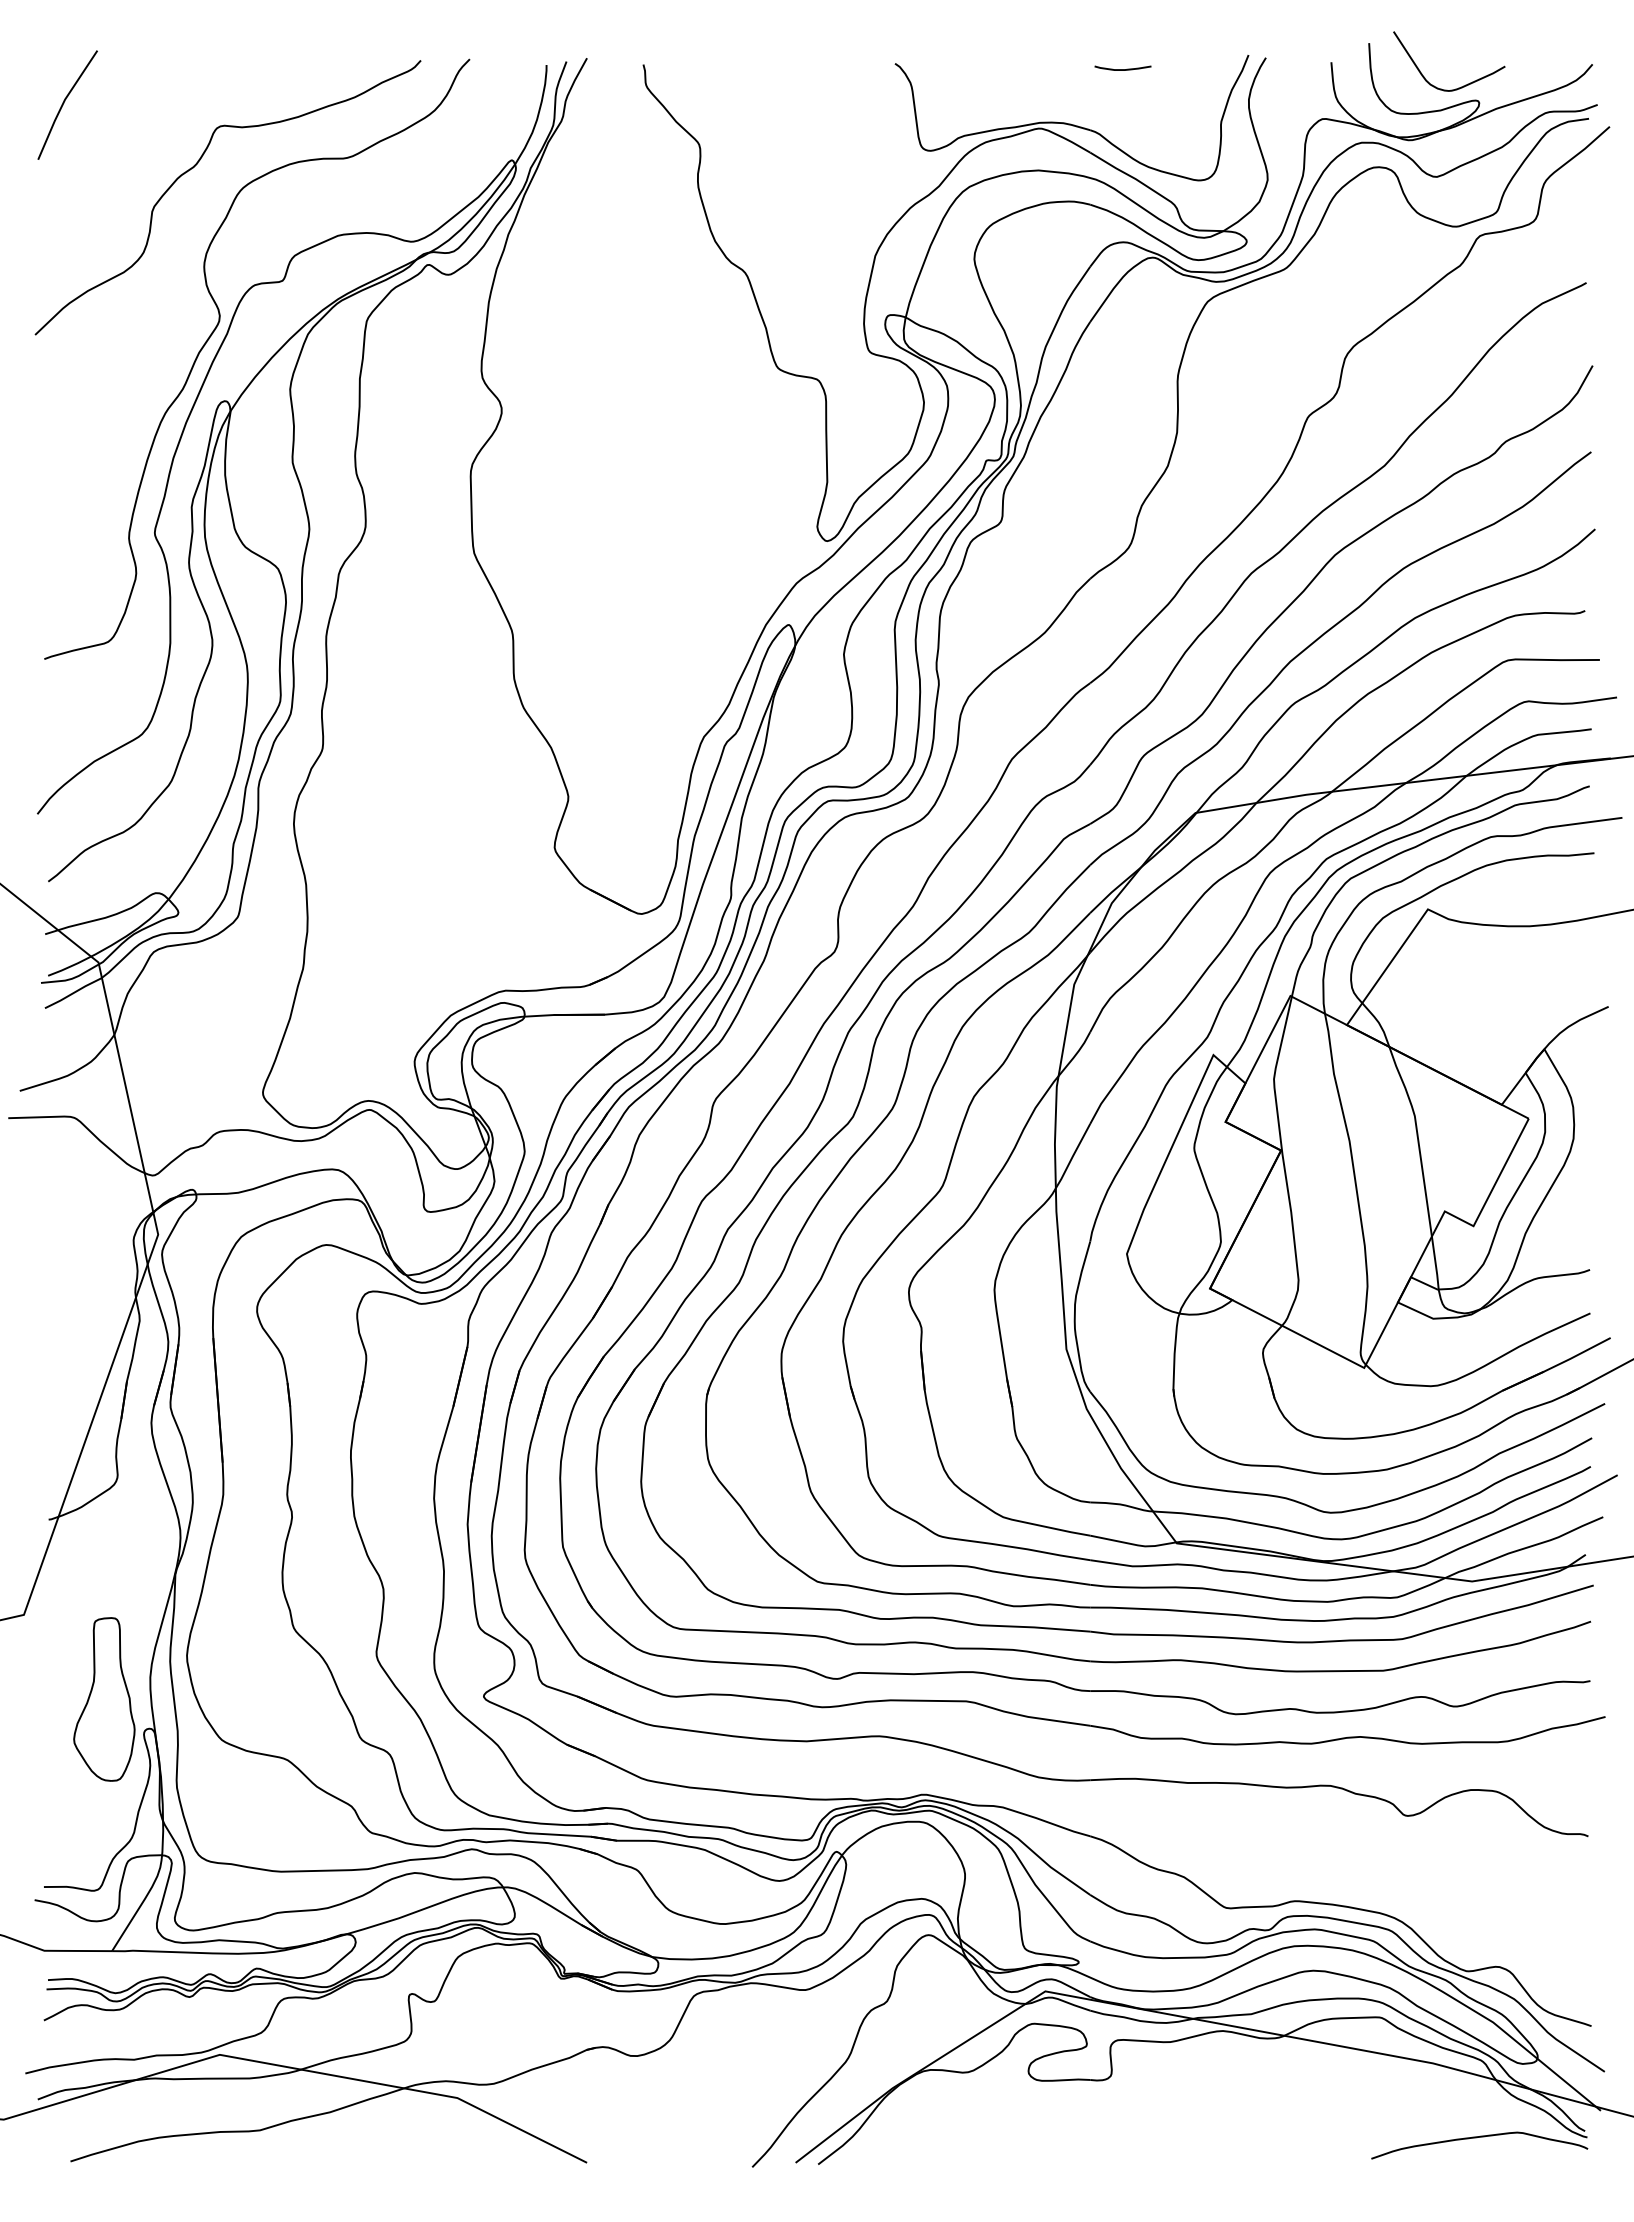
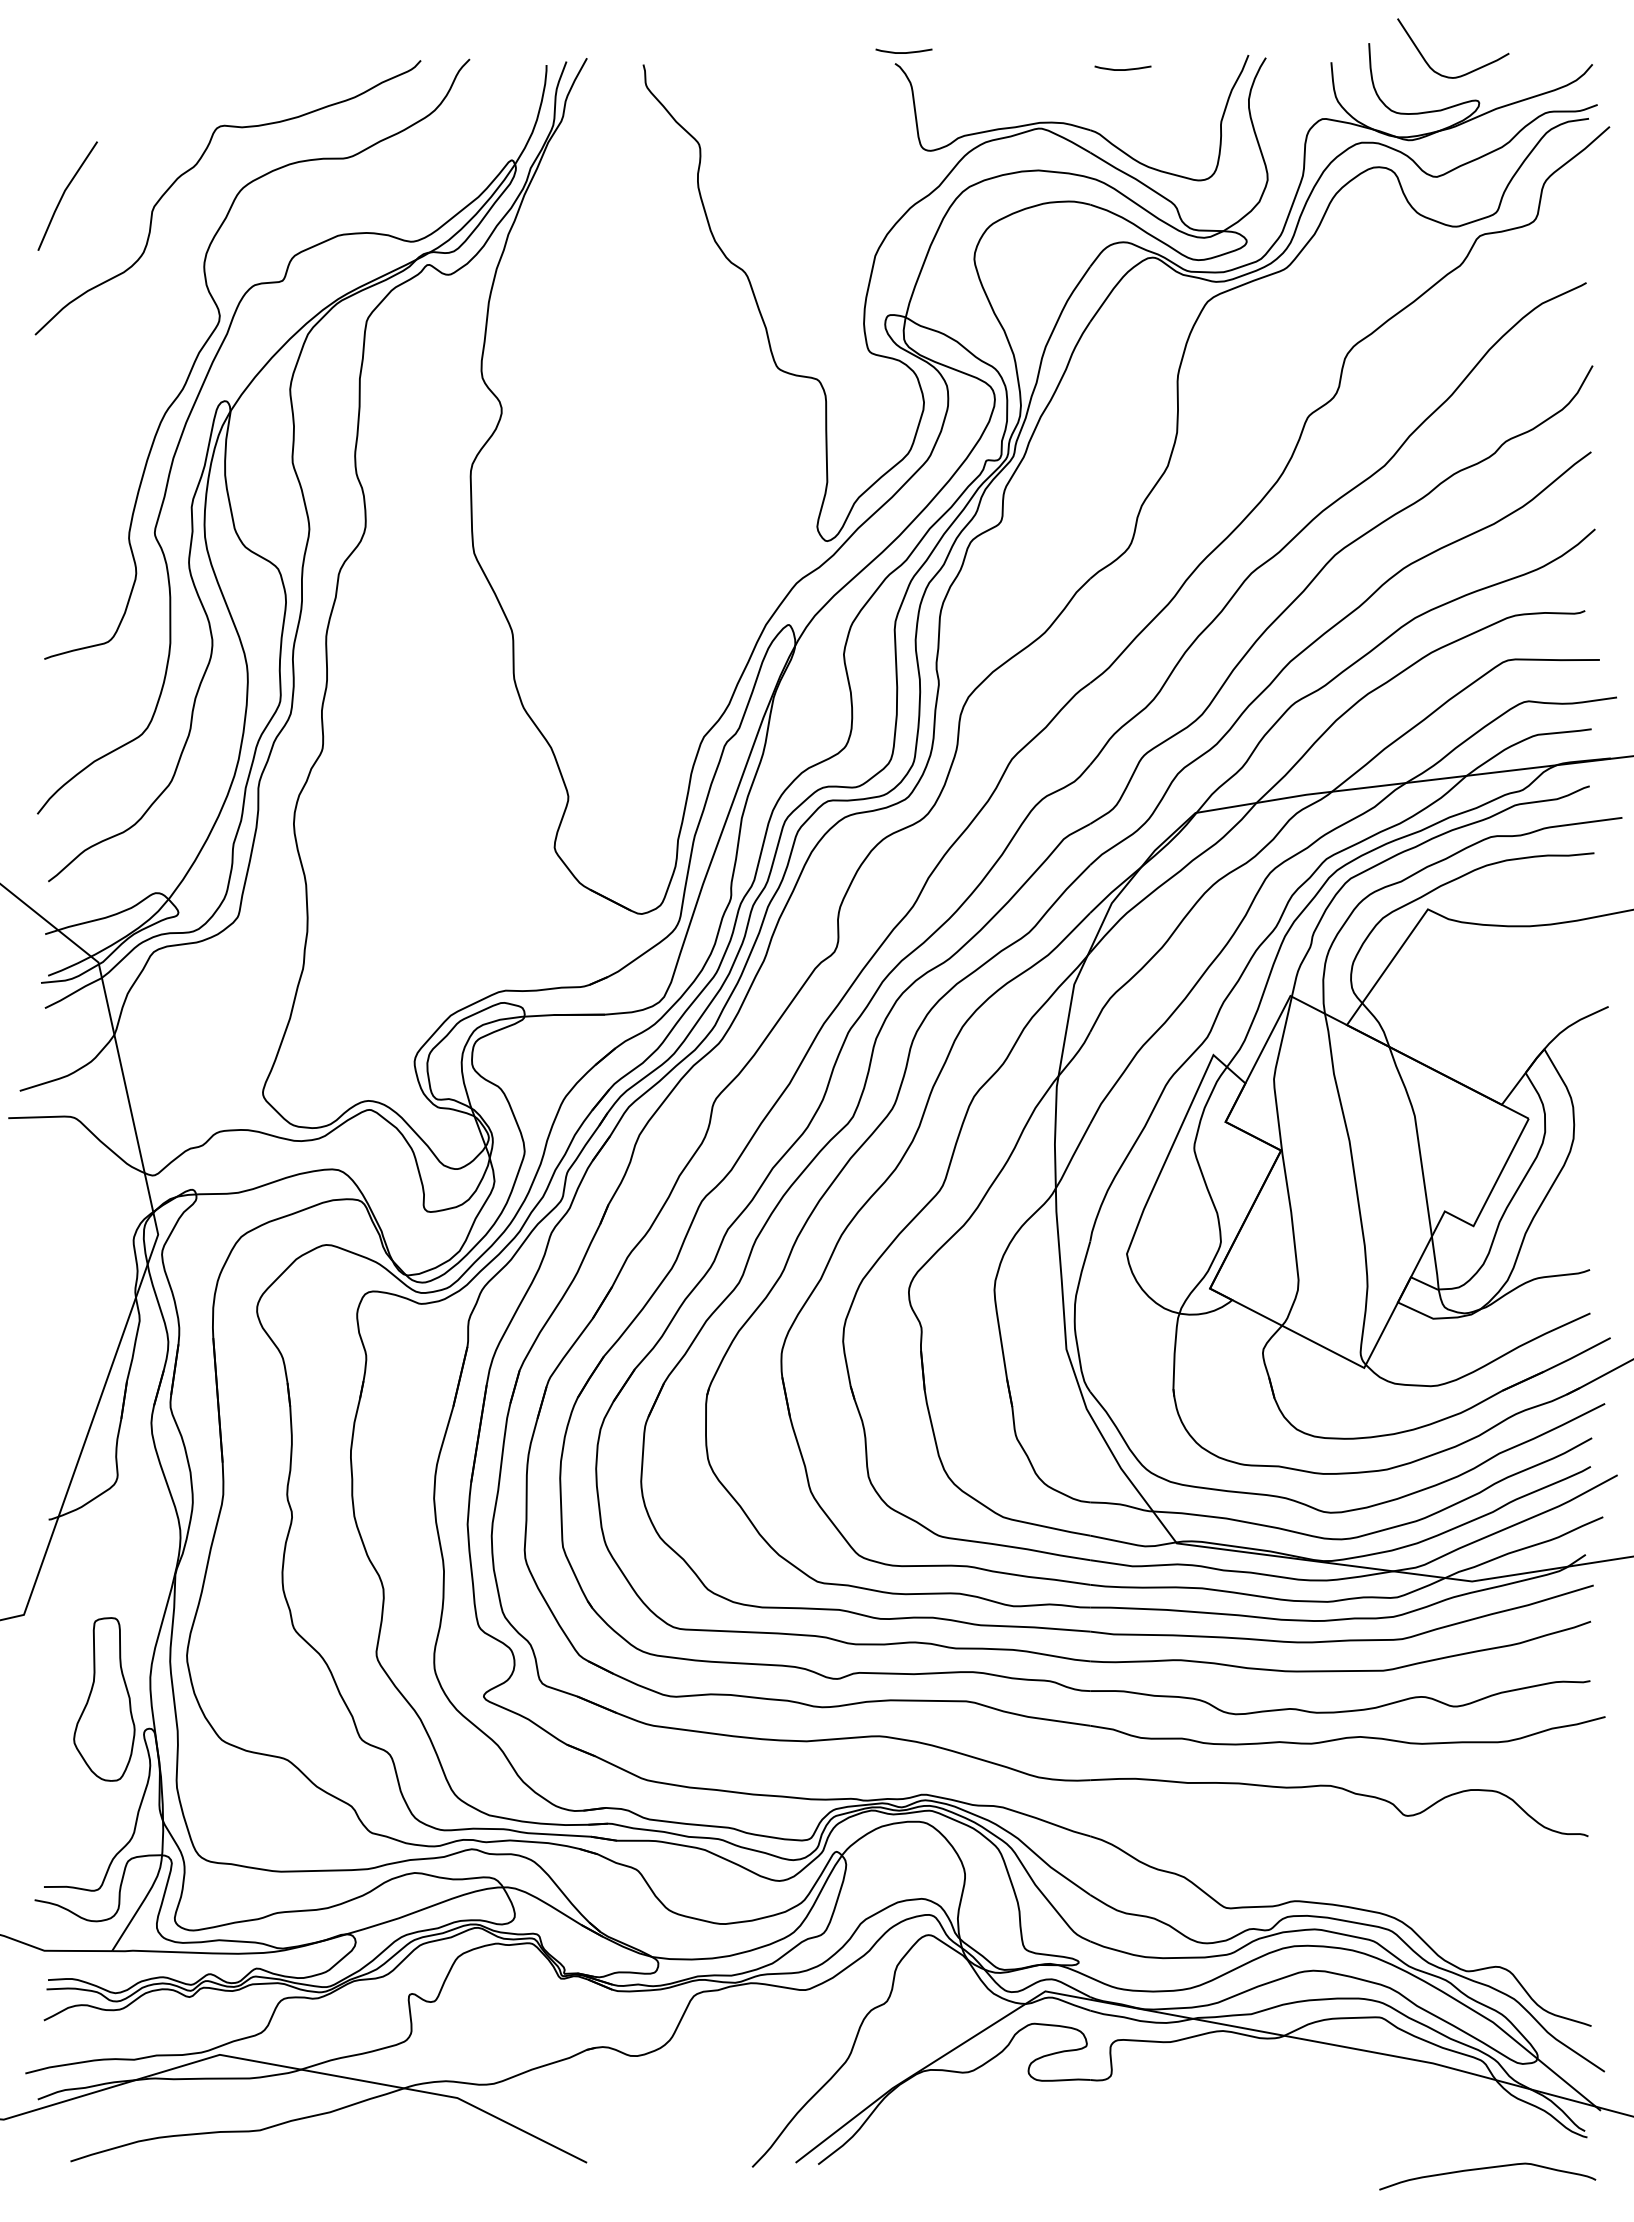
curve at (903, 52): none -> present
curve at (1458, 87) position: (1458, 87) -> (1462, 74)
line at (64, 103) position: (64, 103) -> (64, 194)
curve at (1476, 2138) position: (1476, 2138) -> (1484, 2169)
